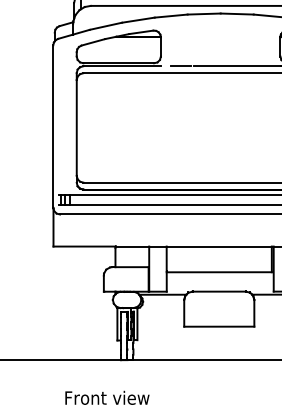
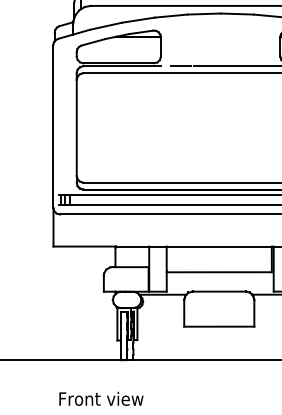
text at (107, 397) position: (107, 397) -> (101, 398)
